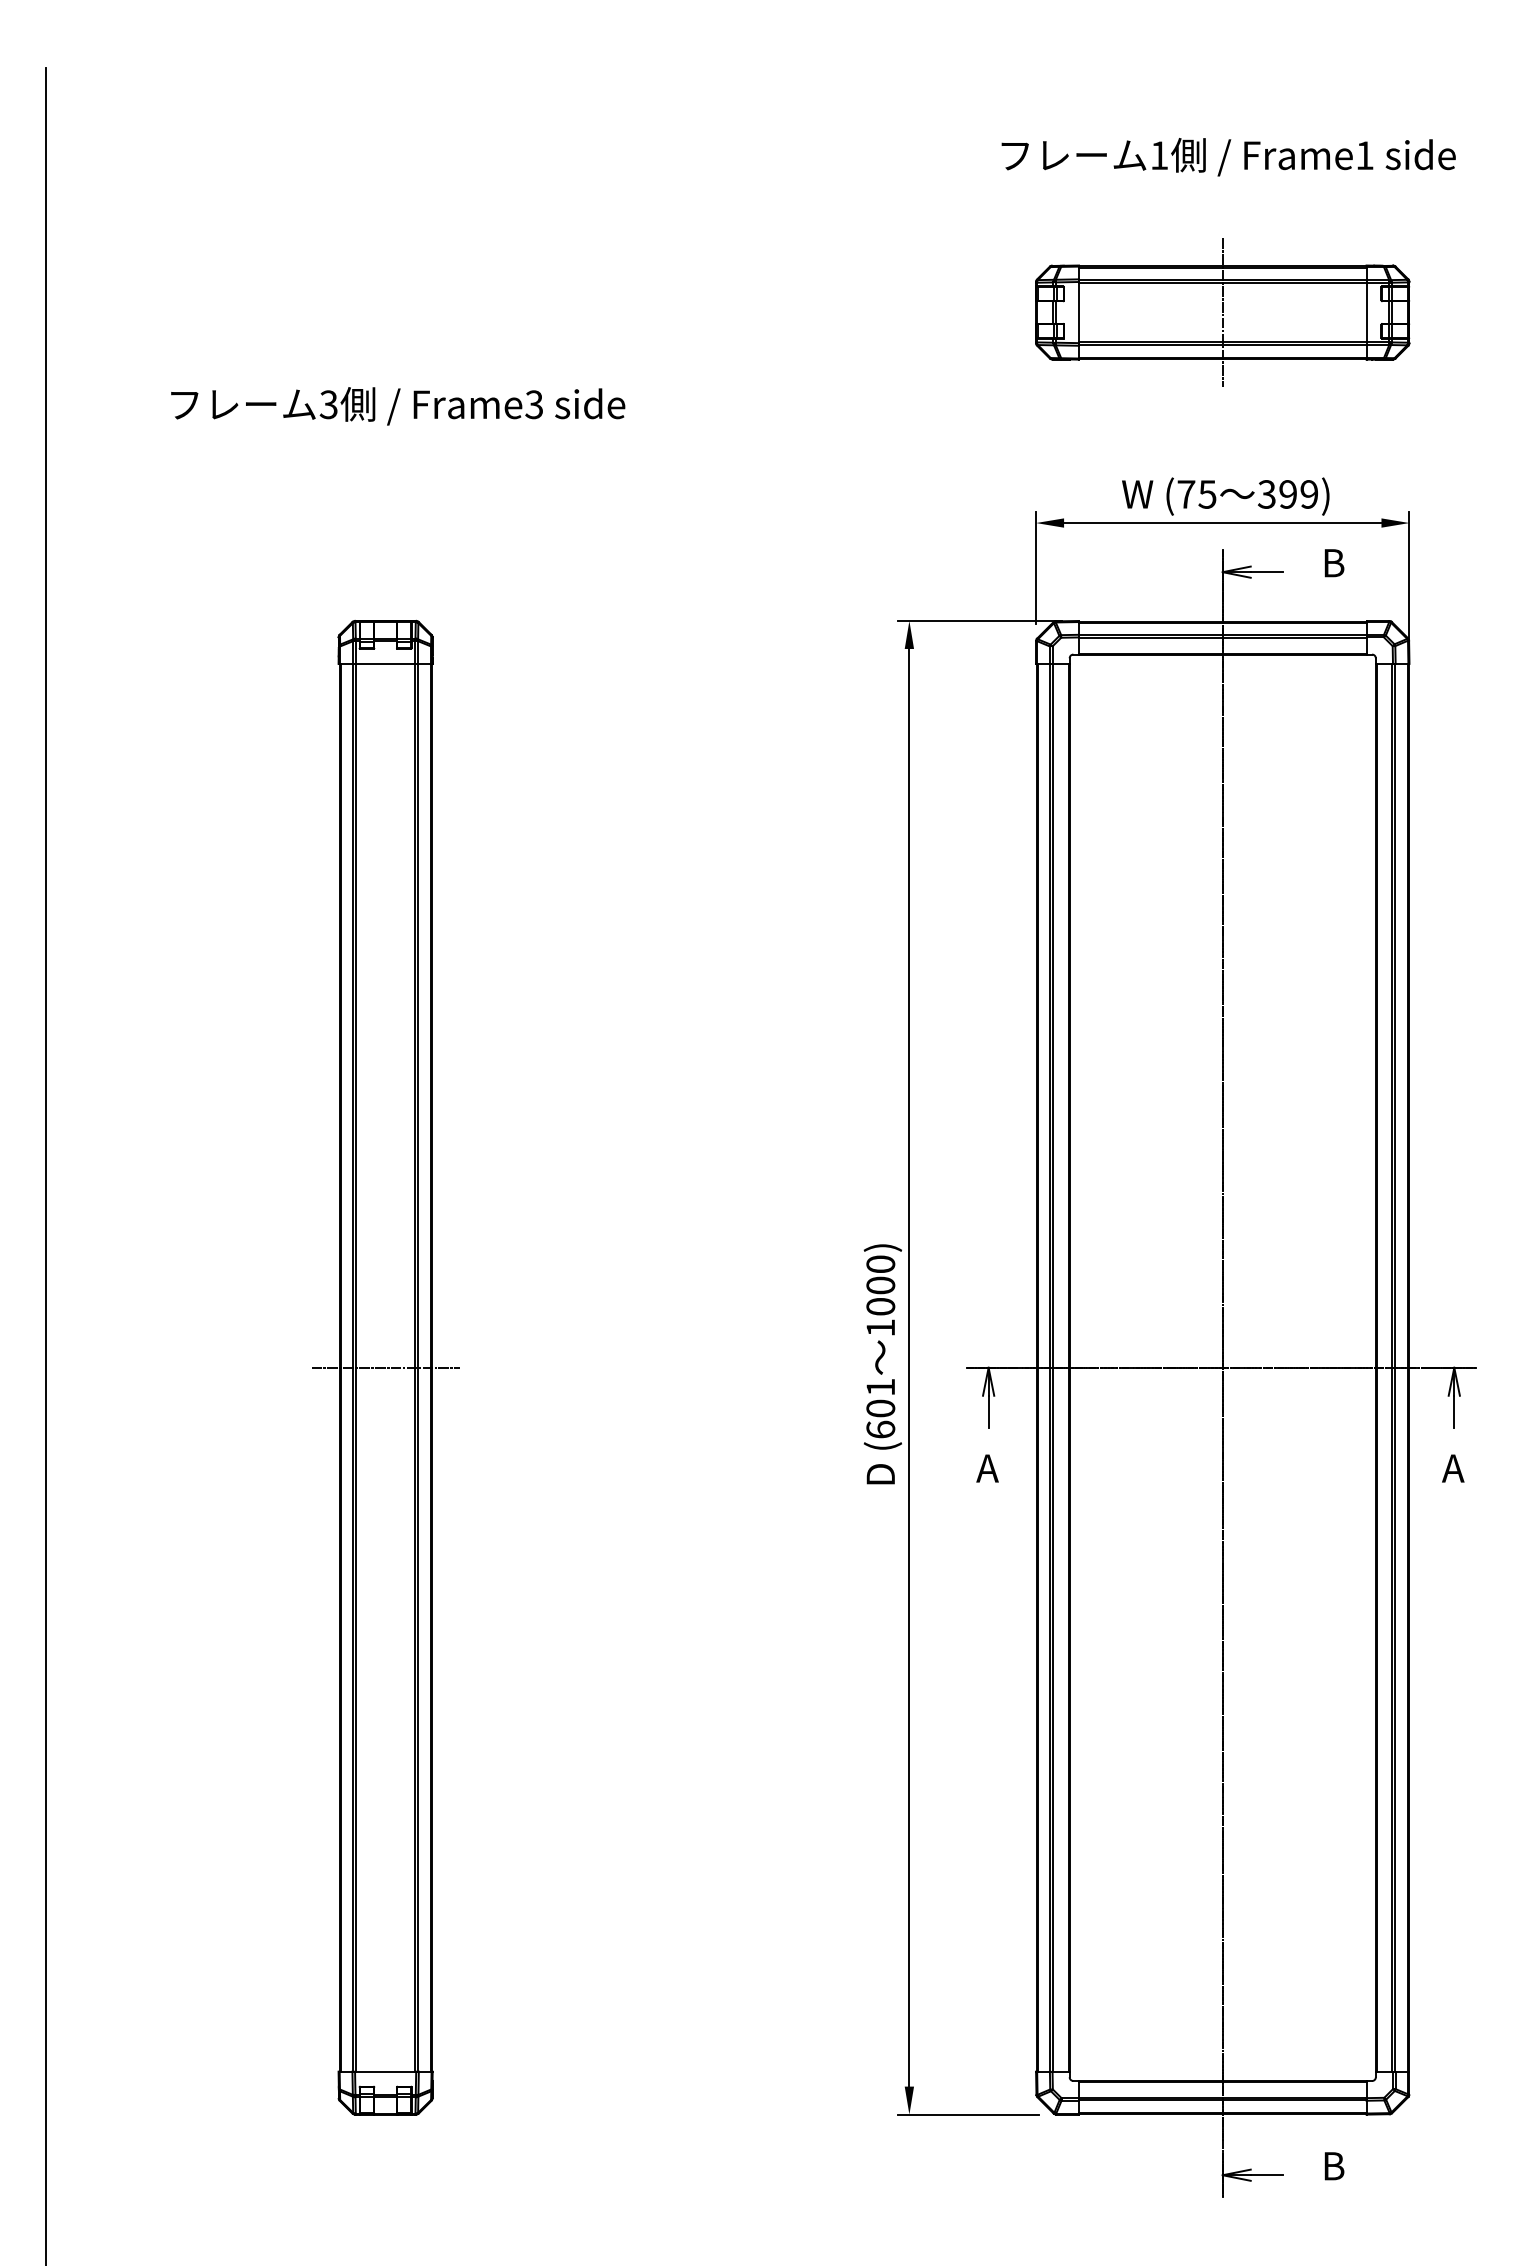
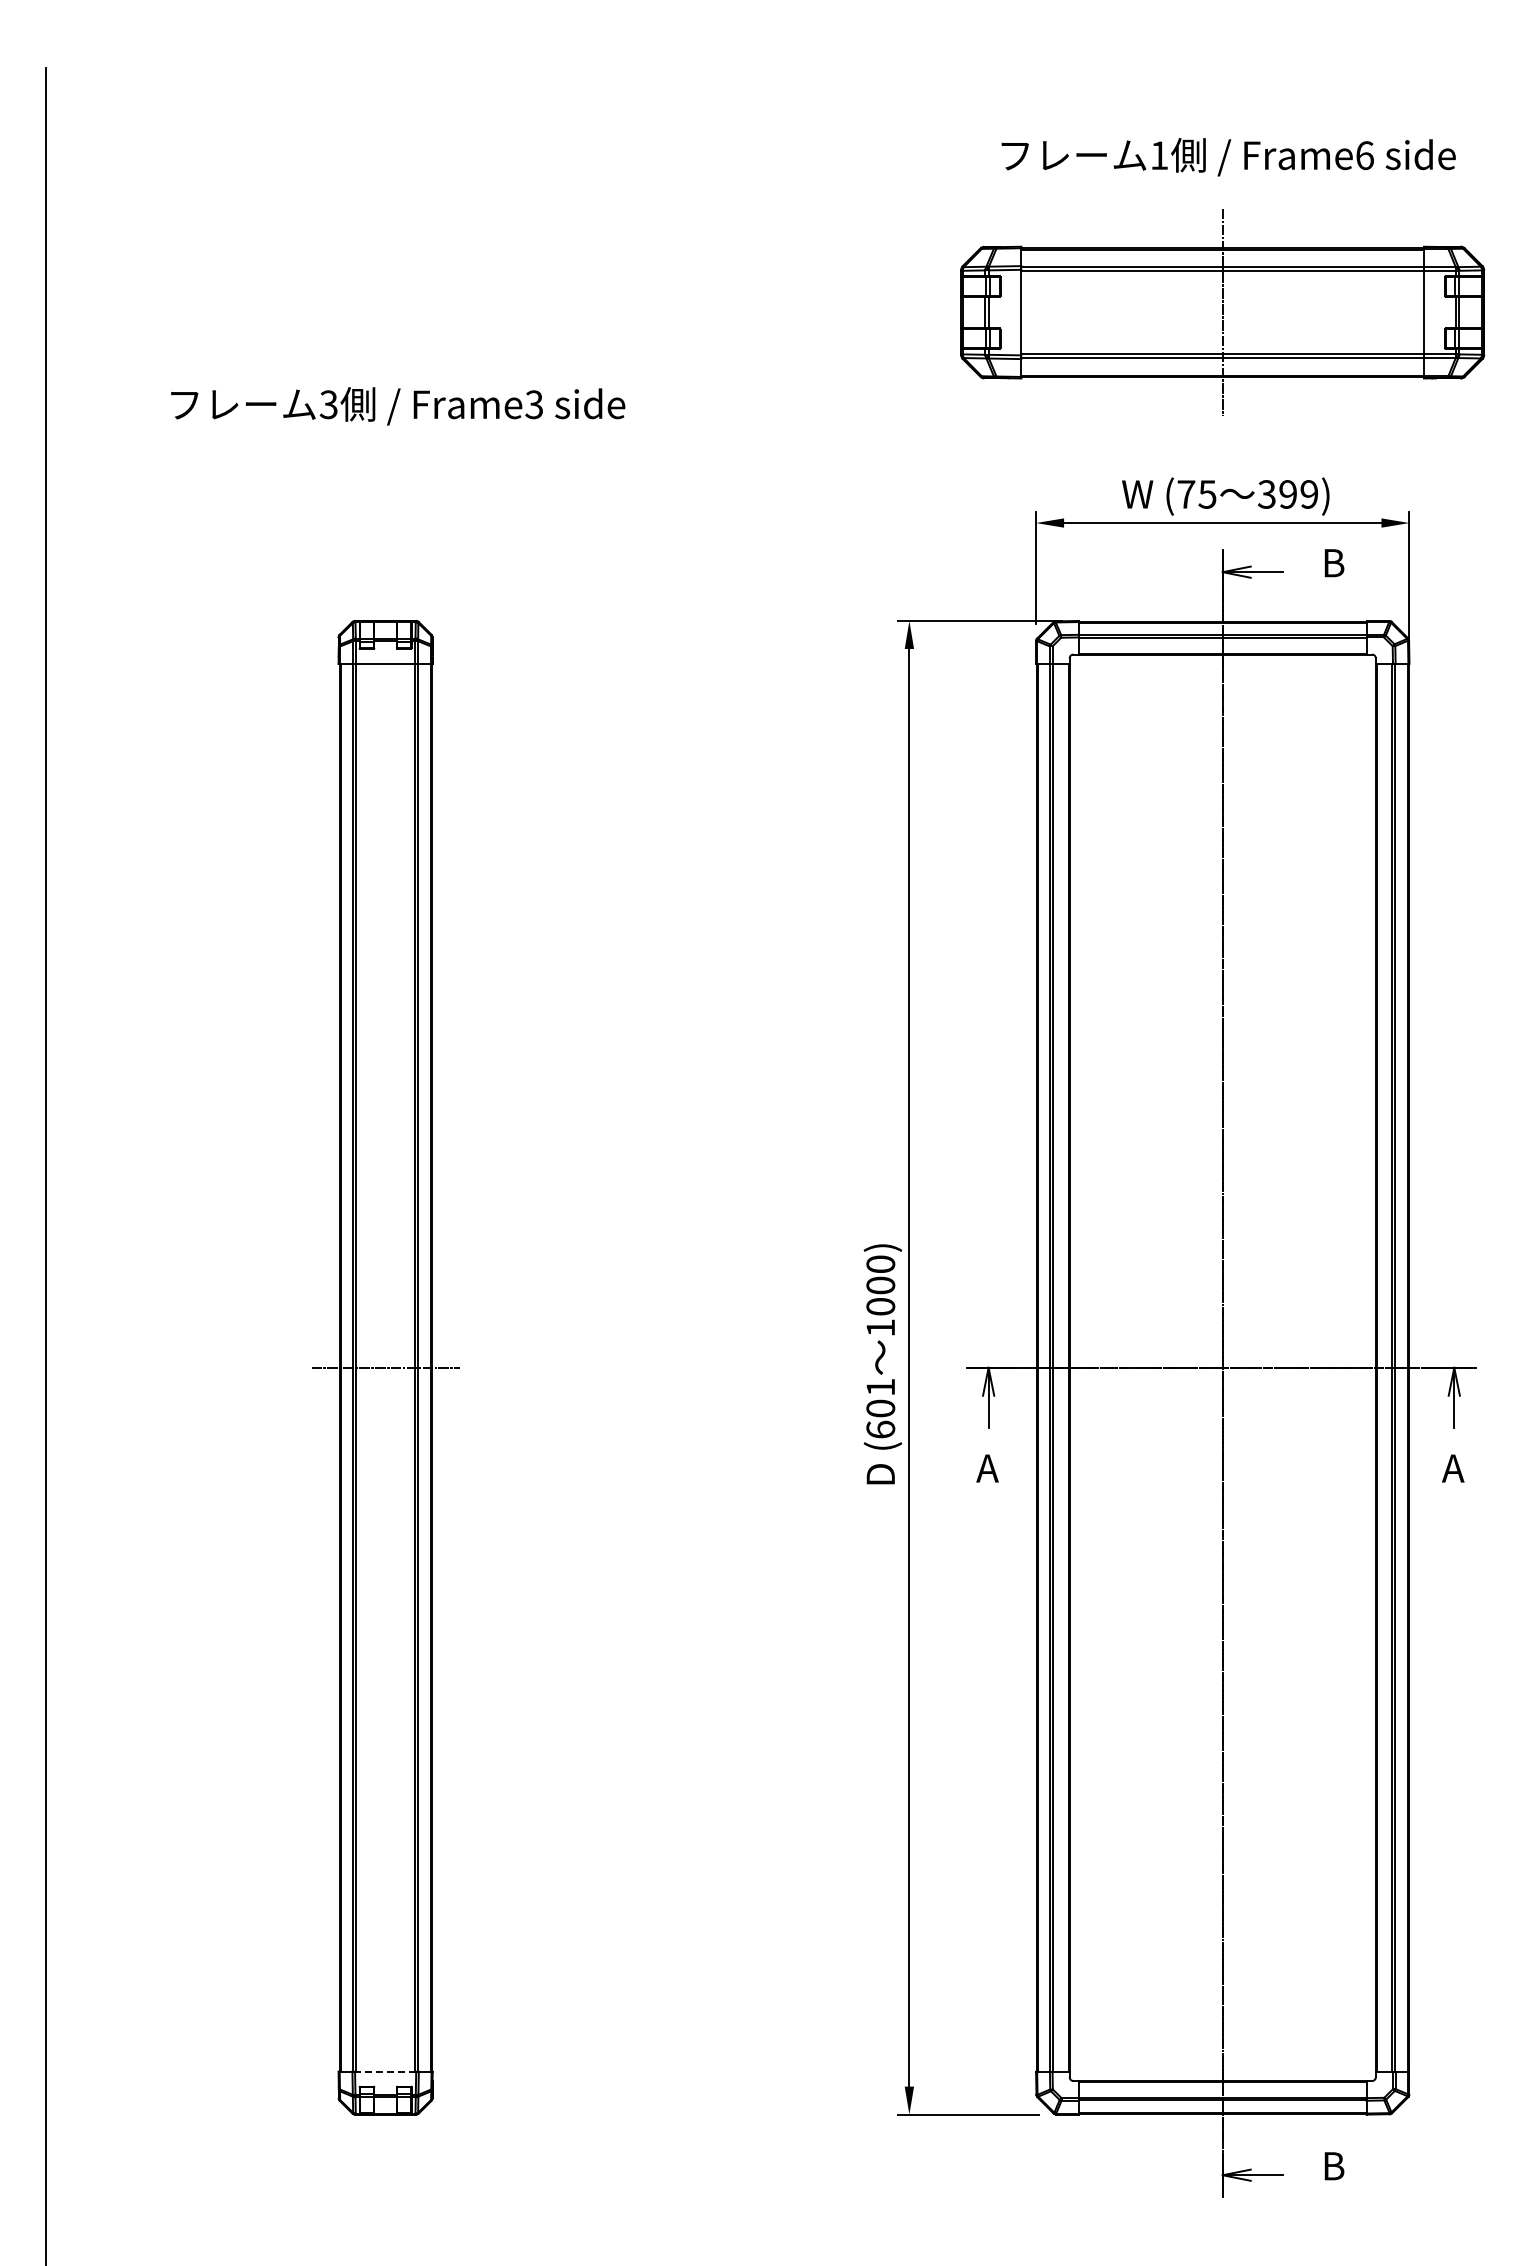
text at (1364, 155): Frame1 -> Frame6
part at (1222, 312) size: 376x149 px -> 526x207 px
line at (385, 2071): solid -> dashed
